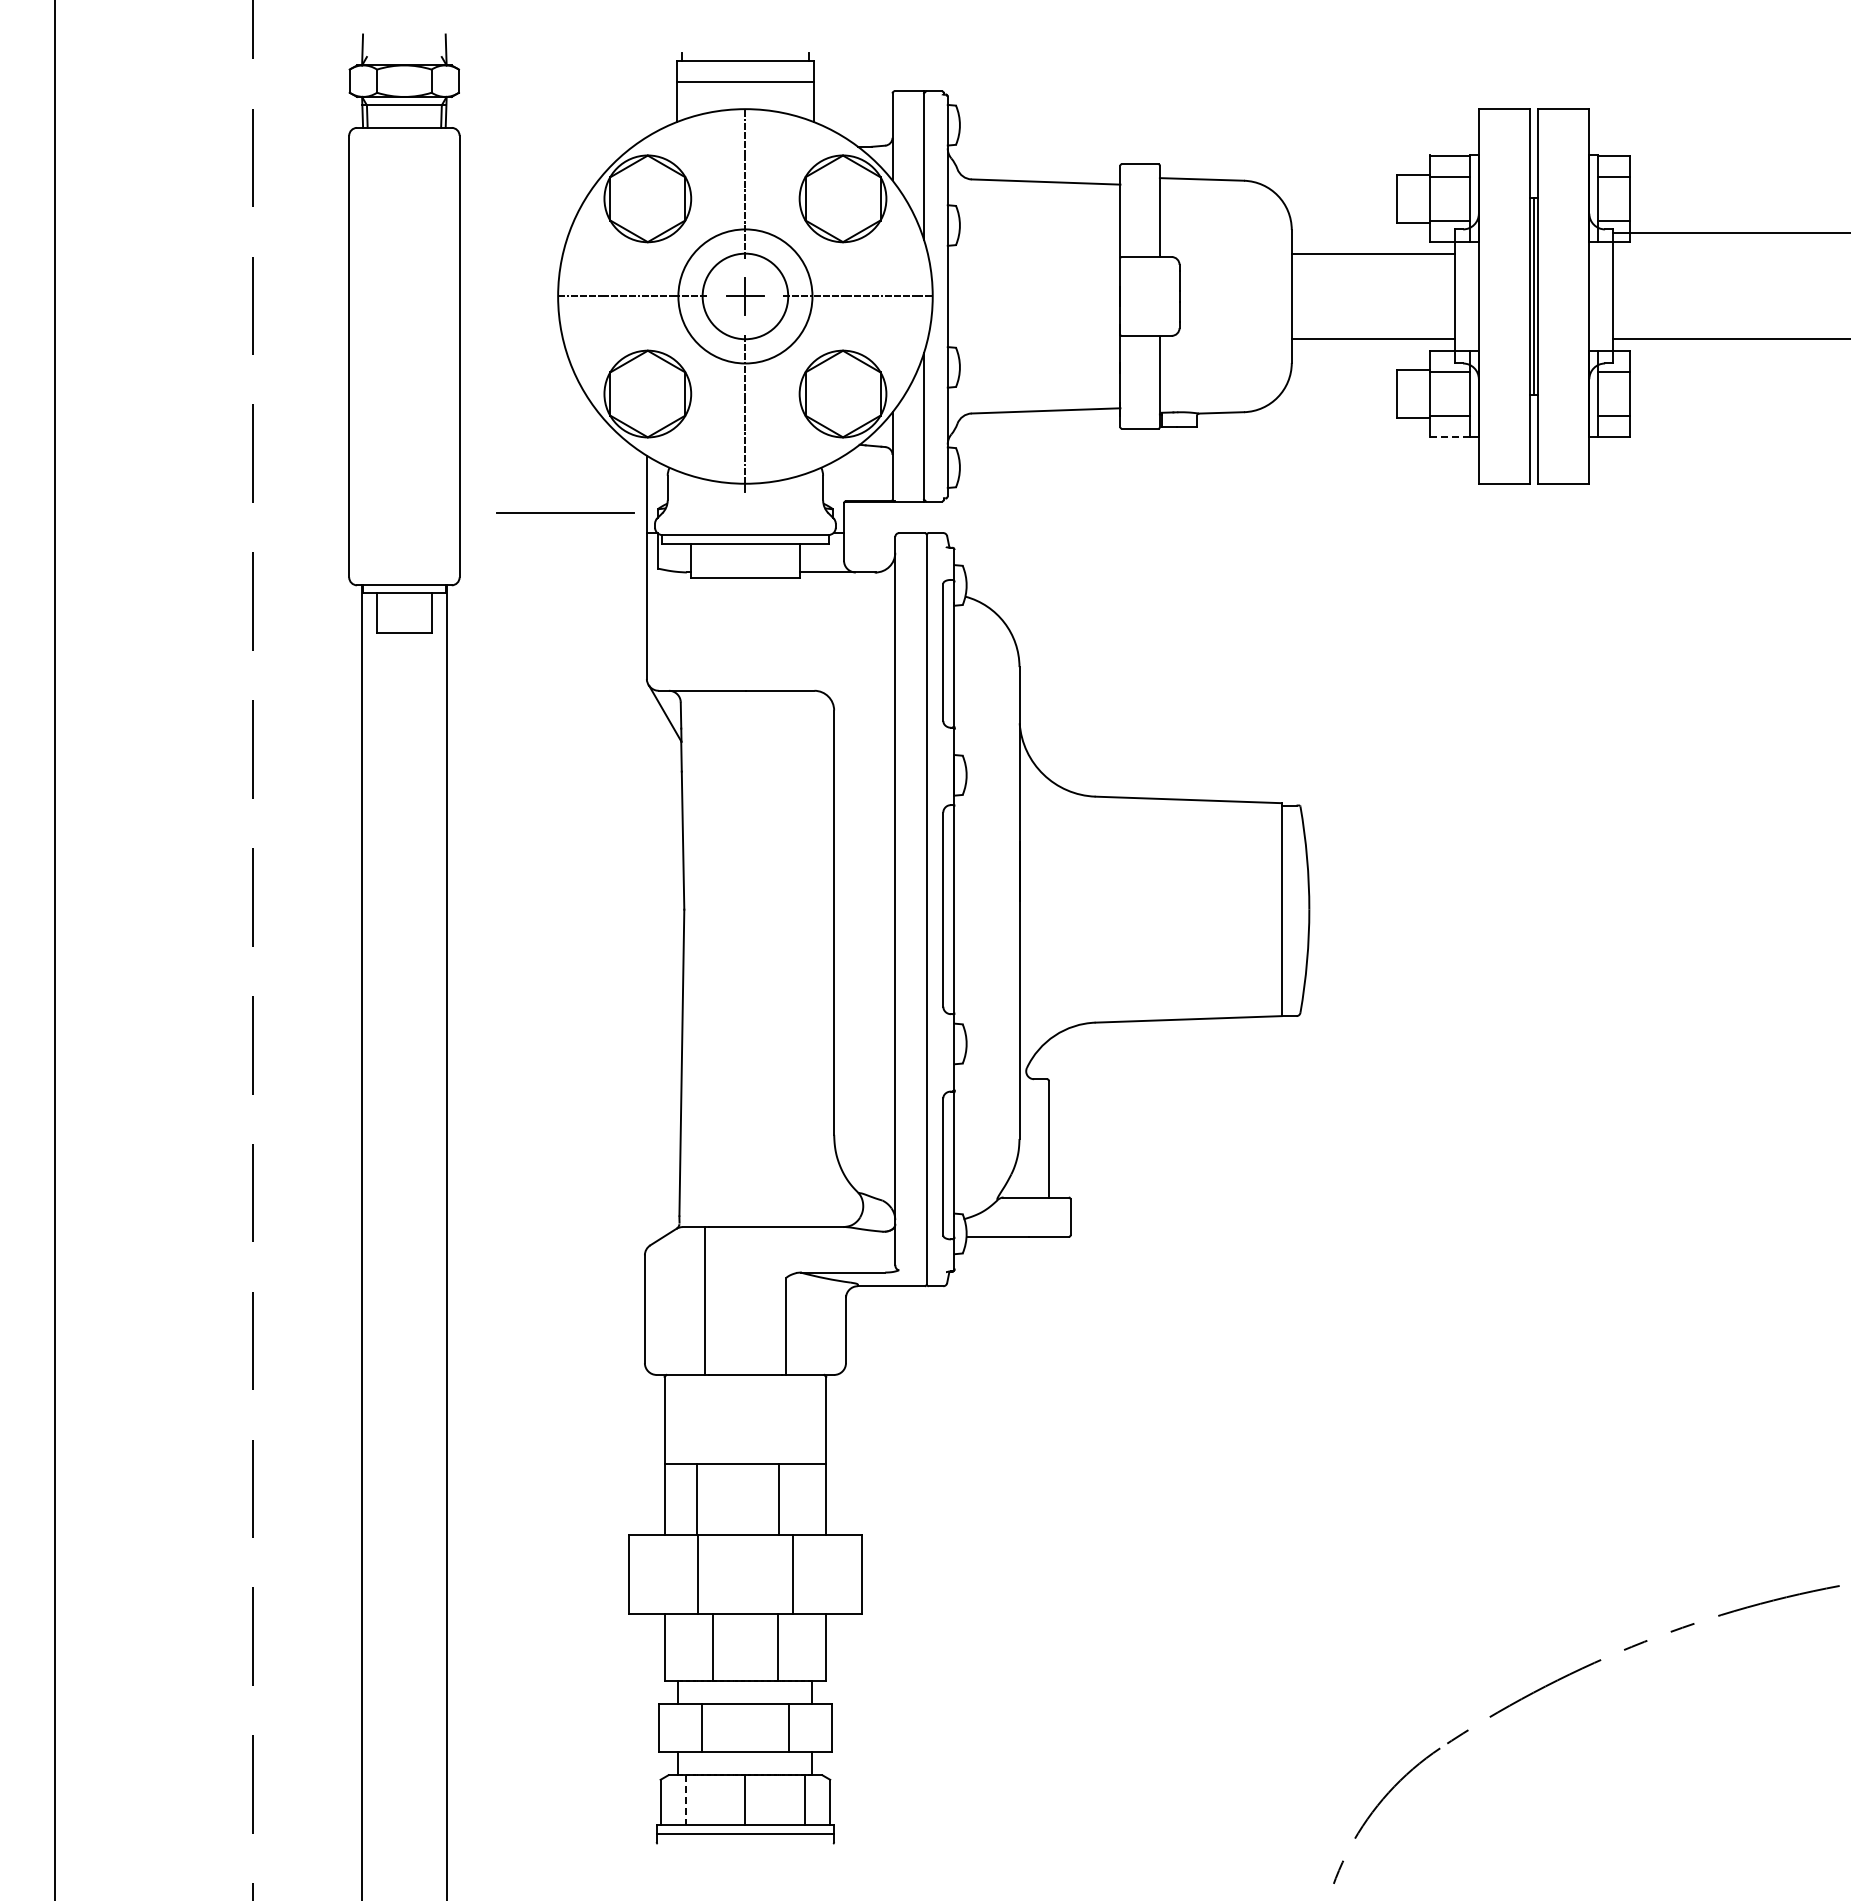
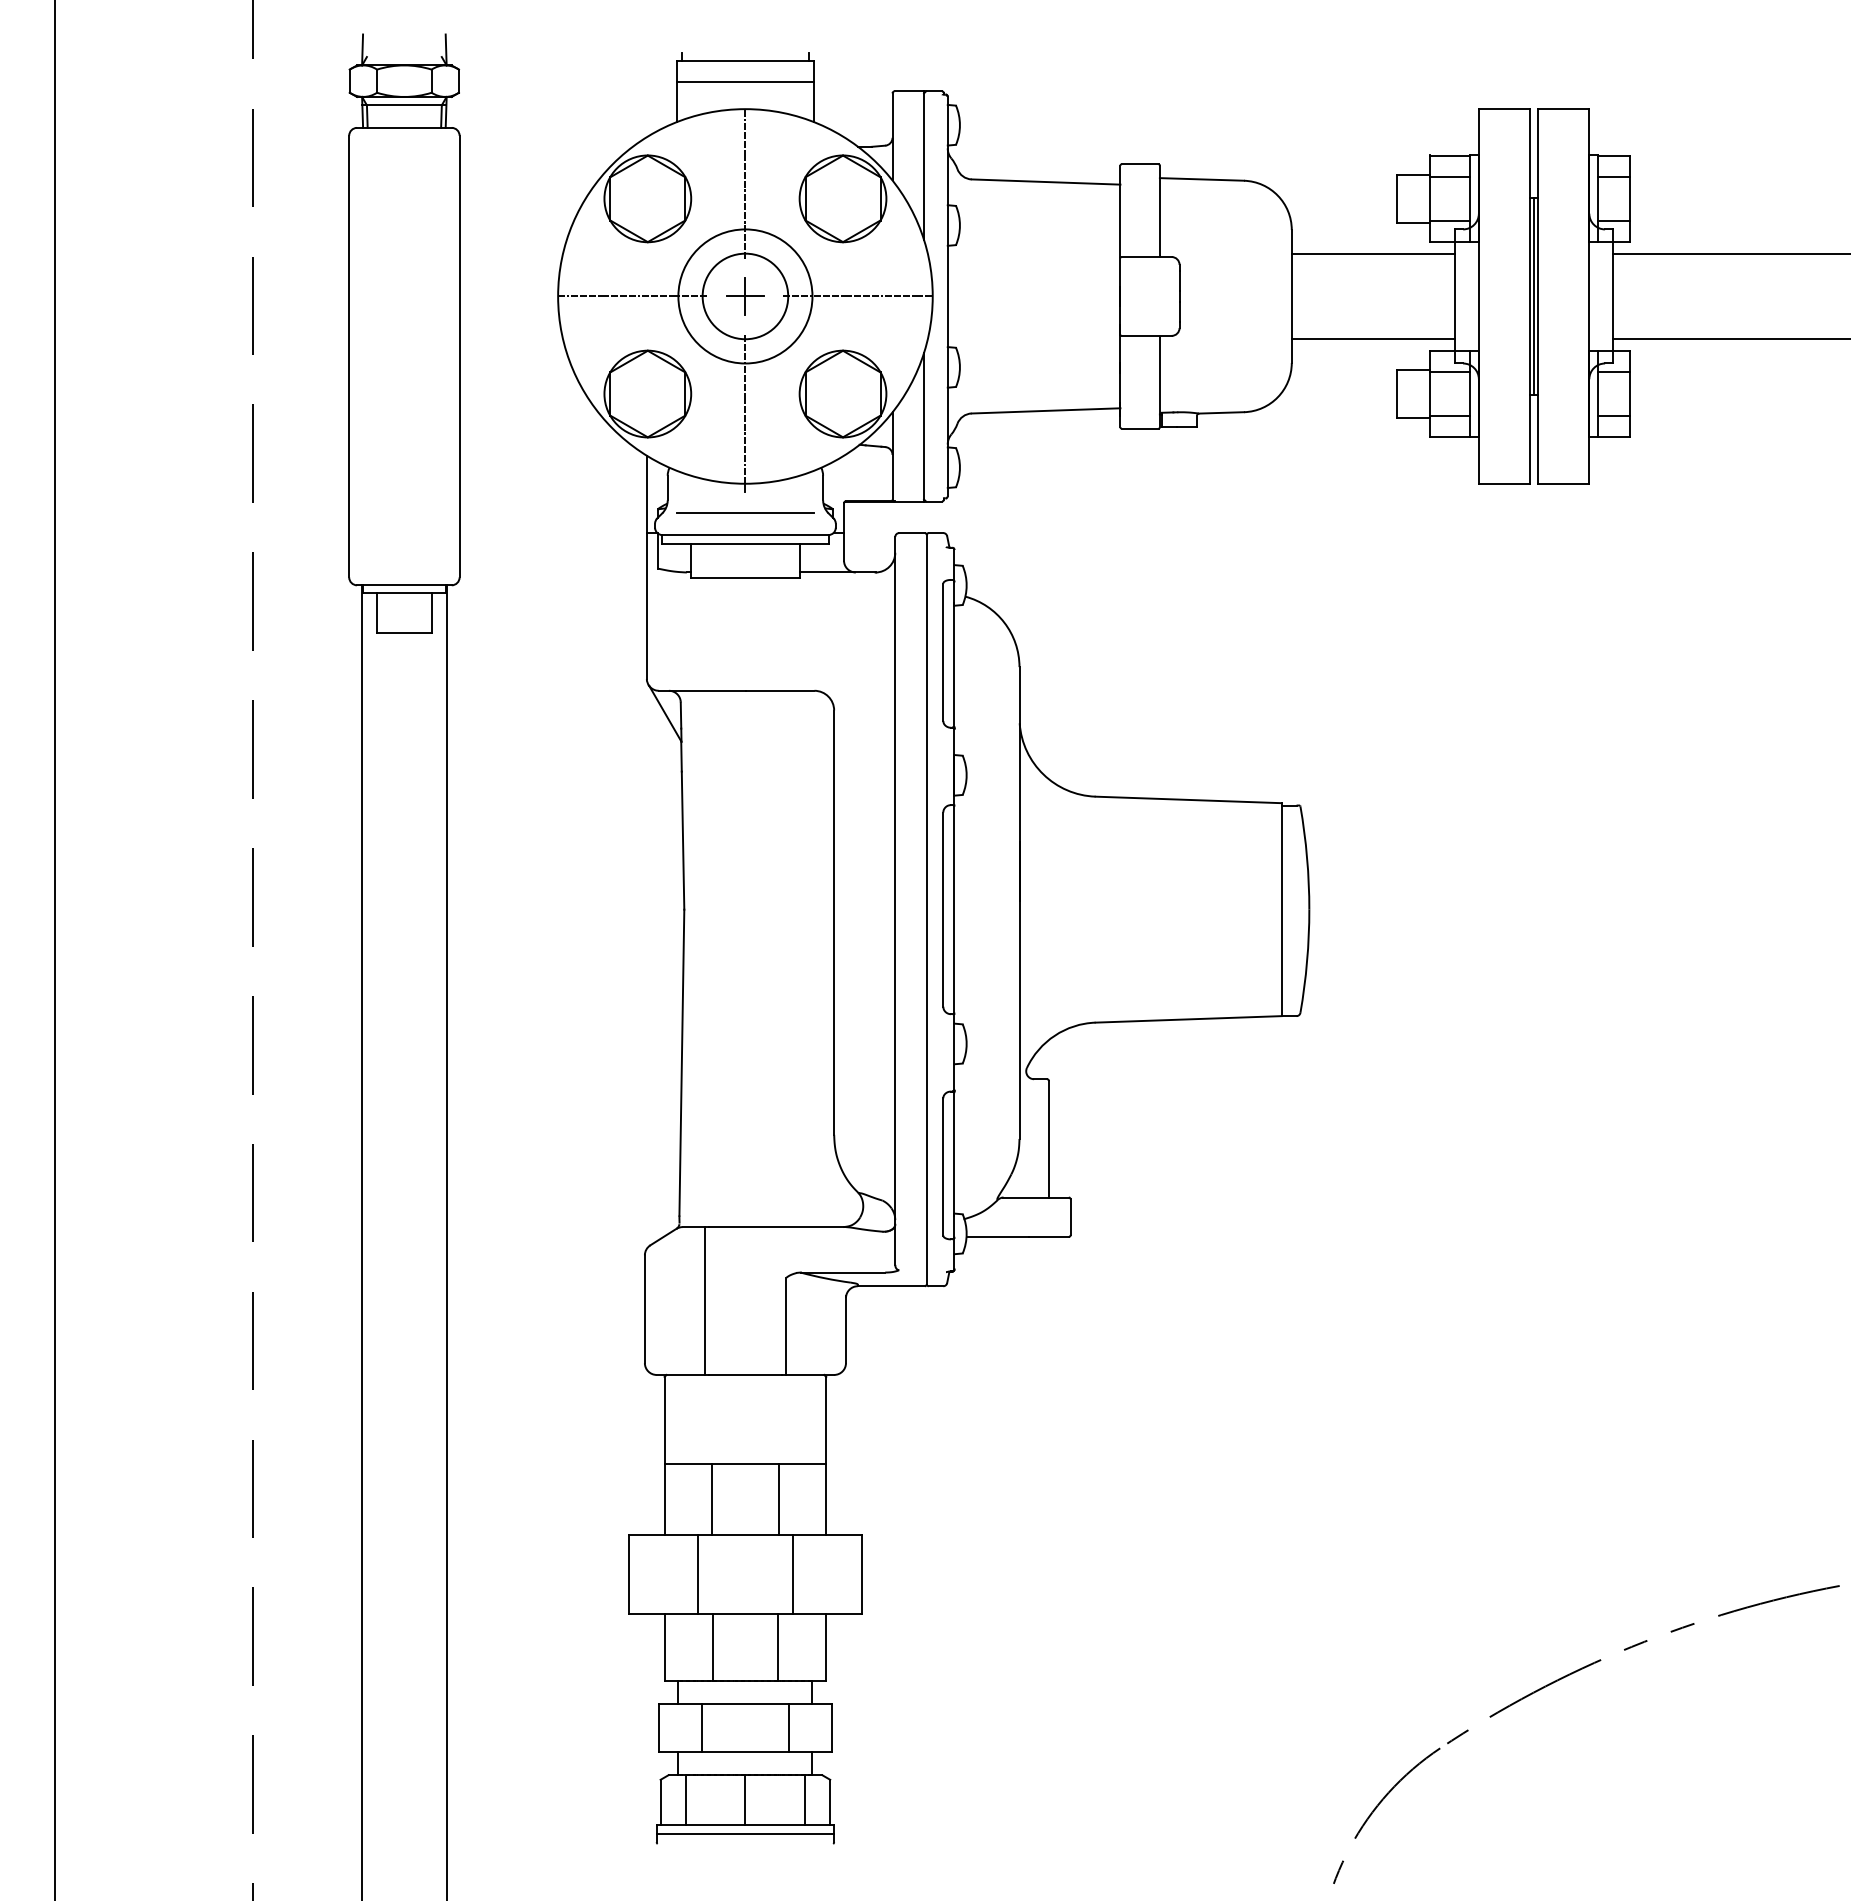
line at (1729, 232) position: (1729, 232) -> (1729, 253)
line at (1450, 437): dashed -> solid
line at (565, 512) position: (565, 512) -> (745, 512)
line at (696, 1498) position: (696, 1498) -> (711, 1498)
line at (685, 1799): dashed -> solid
